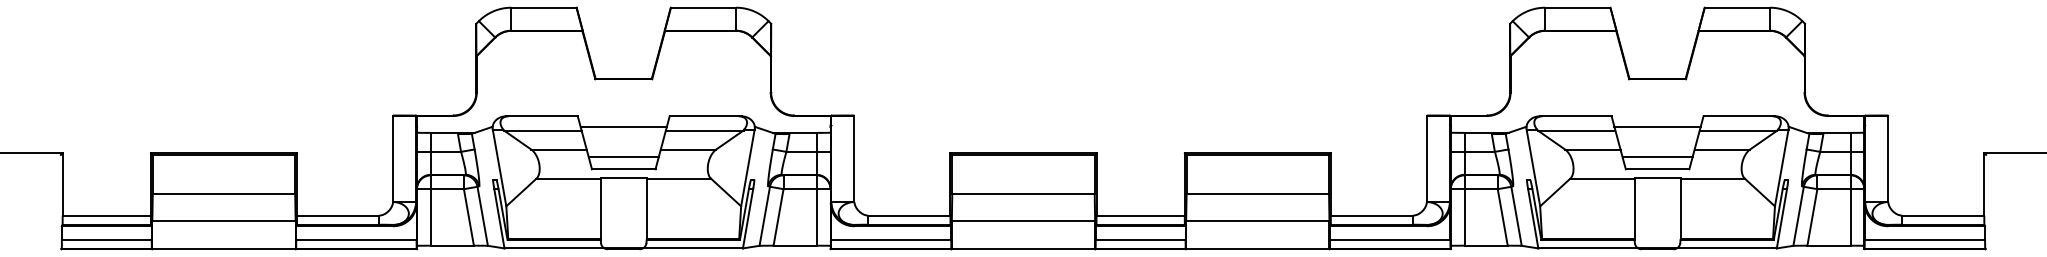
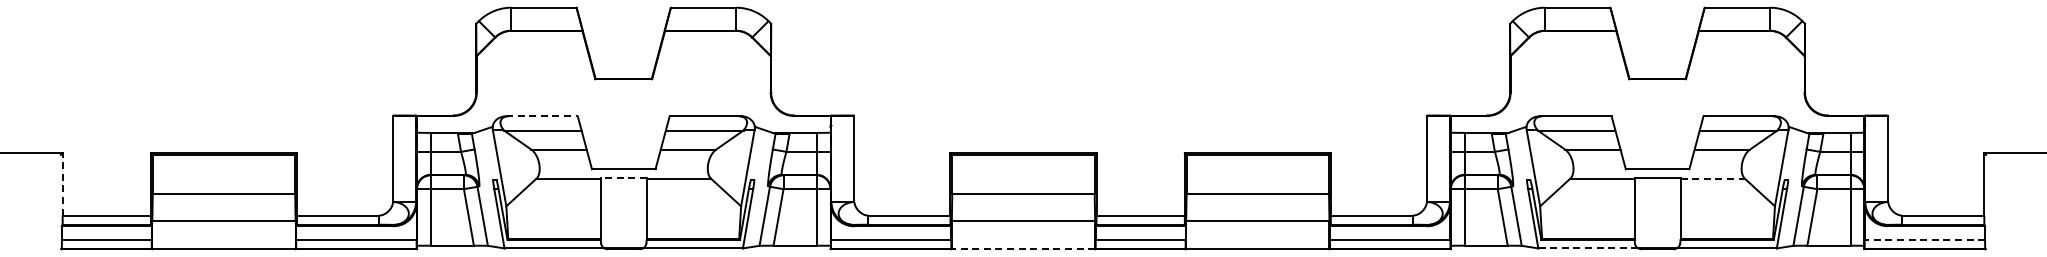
line at (541, 116): solid -> dashed
line at (623, 126): present -> none
line at (1657, 126): present -> none
line at (623, 157): present -> none
line at (1657, 157): present -> none
line at (623, 178): solid -> dashed
line at (1713, 178): solid -> dashed
line at (62, 183): solid -> dashed
line at (1924, 239): solid -> dashed
line at (1023, 248): solid -> dashed
line at (1587, 248): solid -> dashed
